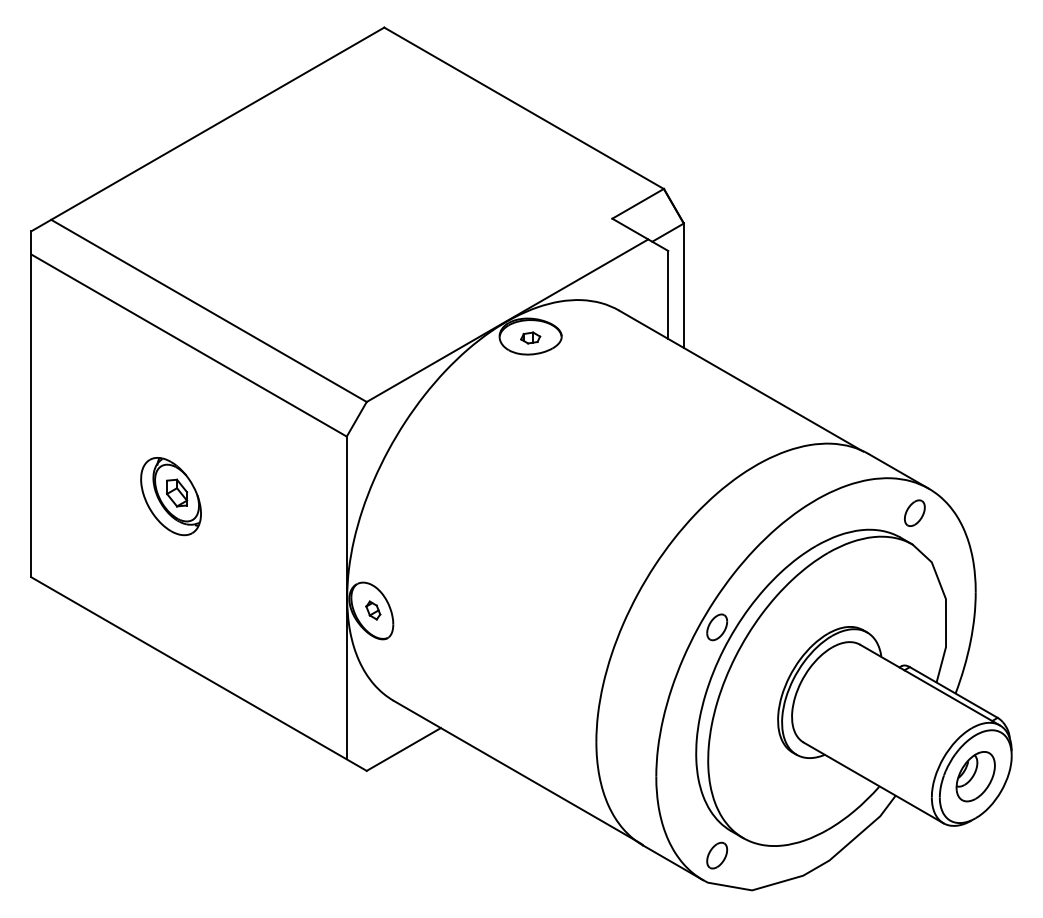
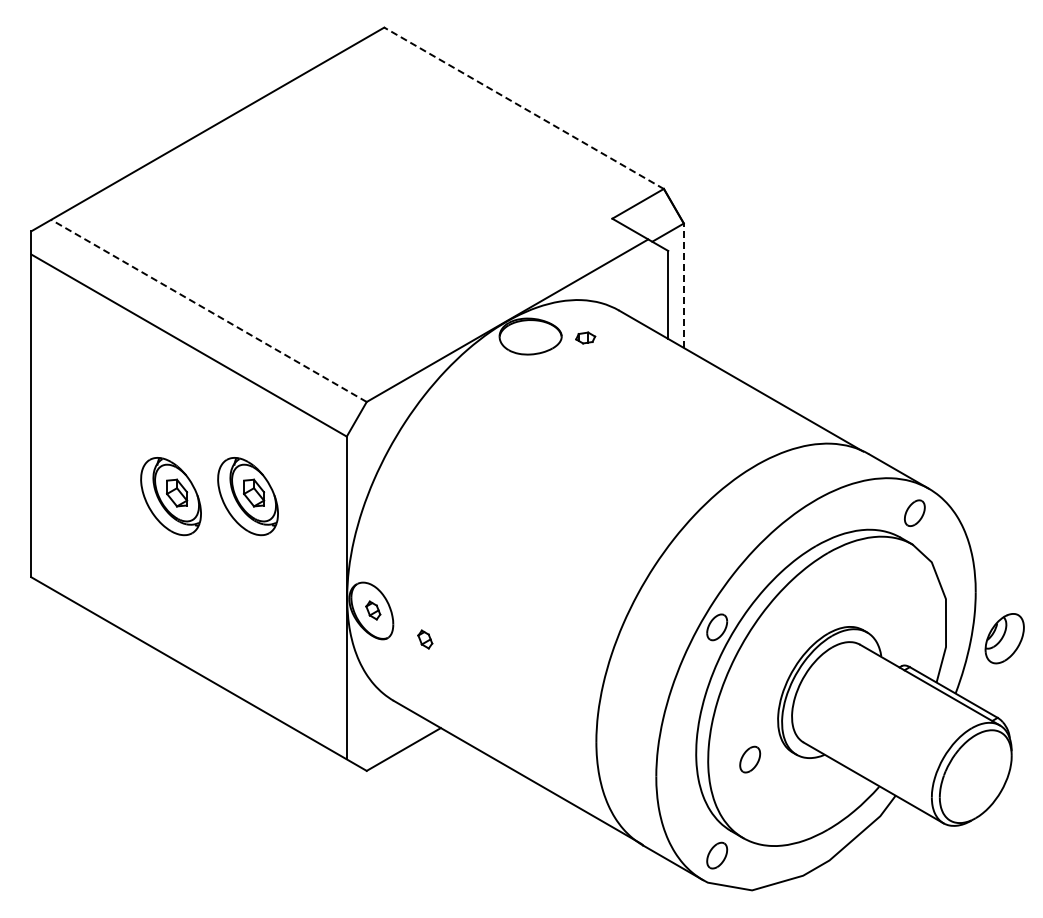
line at (524, 108): solid -> dashed
line at (683, 285): solid -> dashed
line at (208, 310): solid -> dashed
part at (530, 337) position: (530, 337) -> (585, 337)
part at (247, 496): none -> present
part at (425, 639): none -> present
part at (750, 759): none -> present
part at (975, 776) position: (975, 776) -> (1004, 638)
